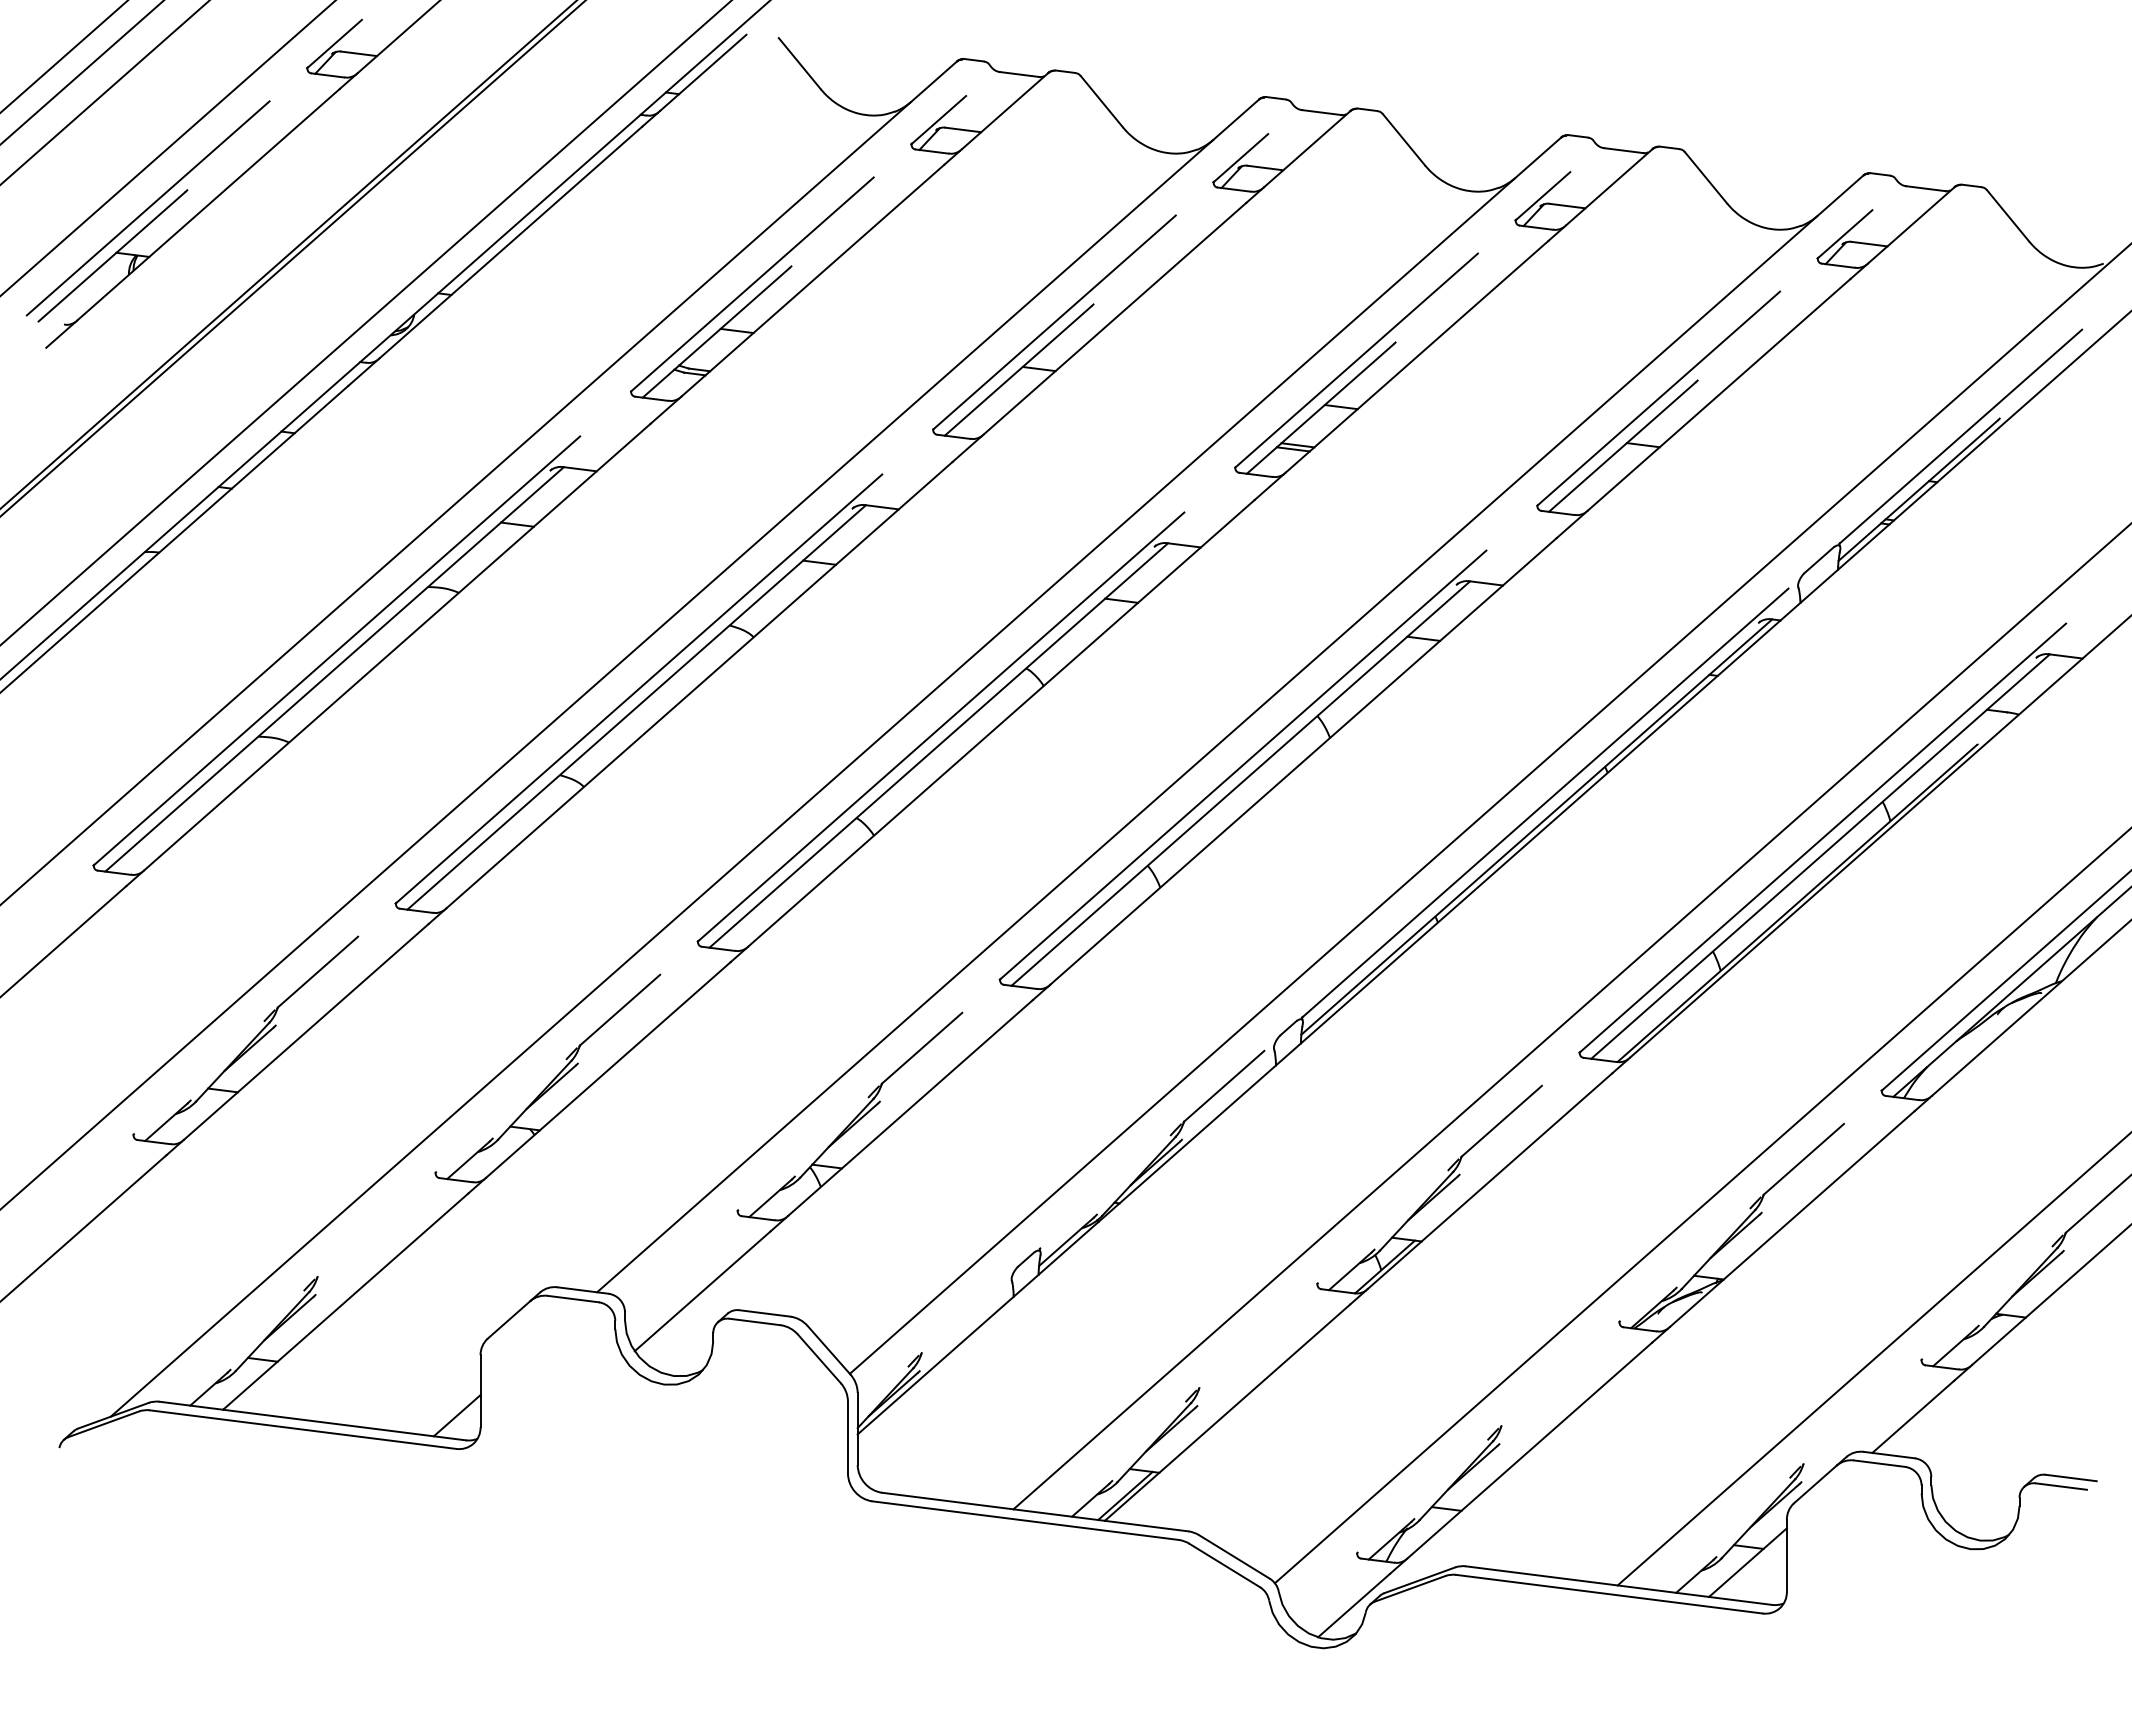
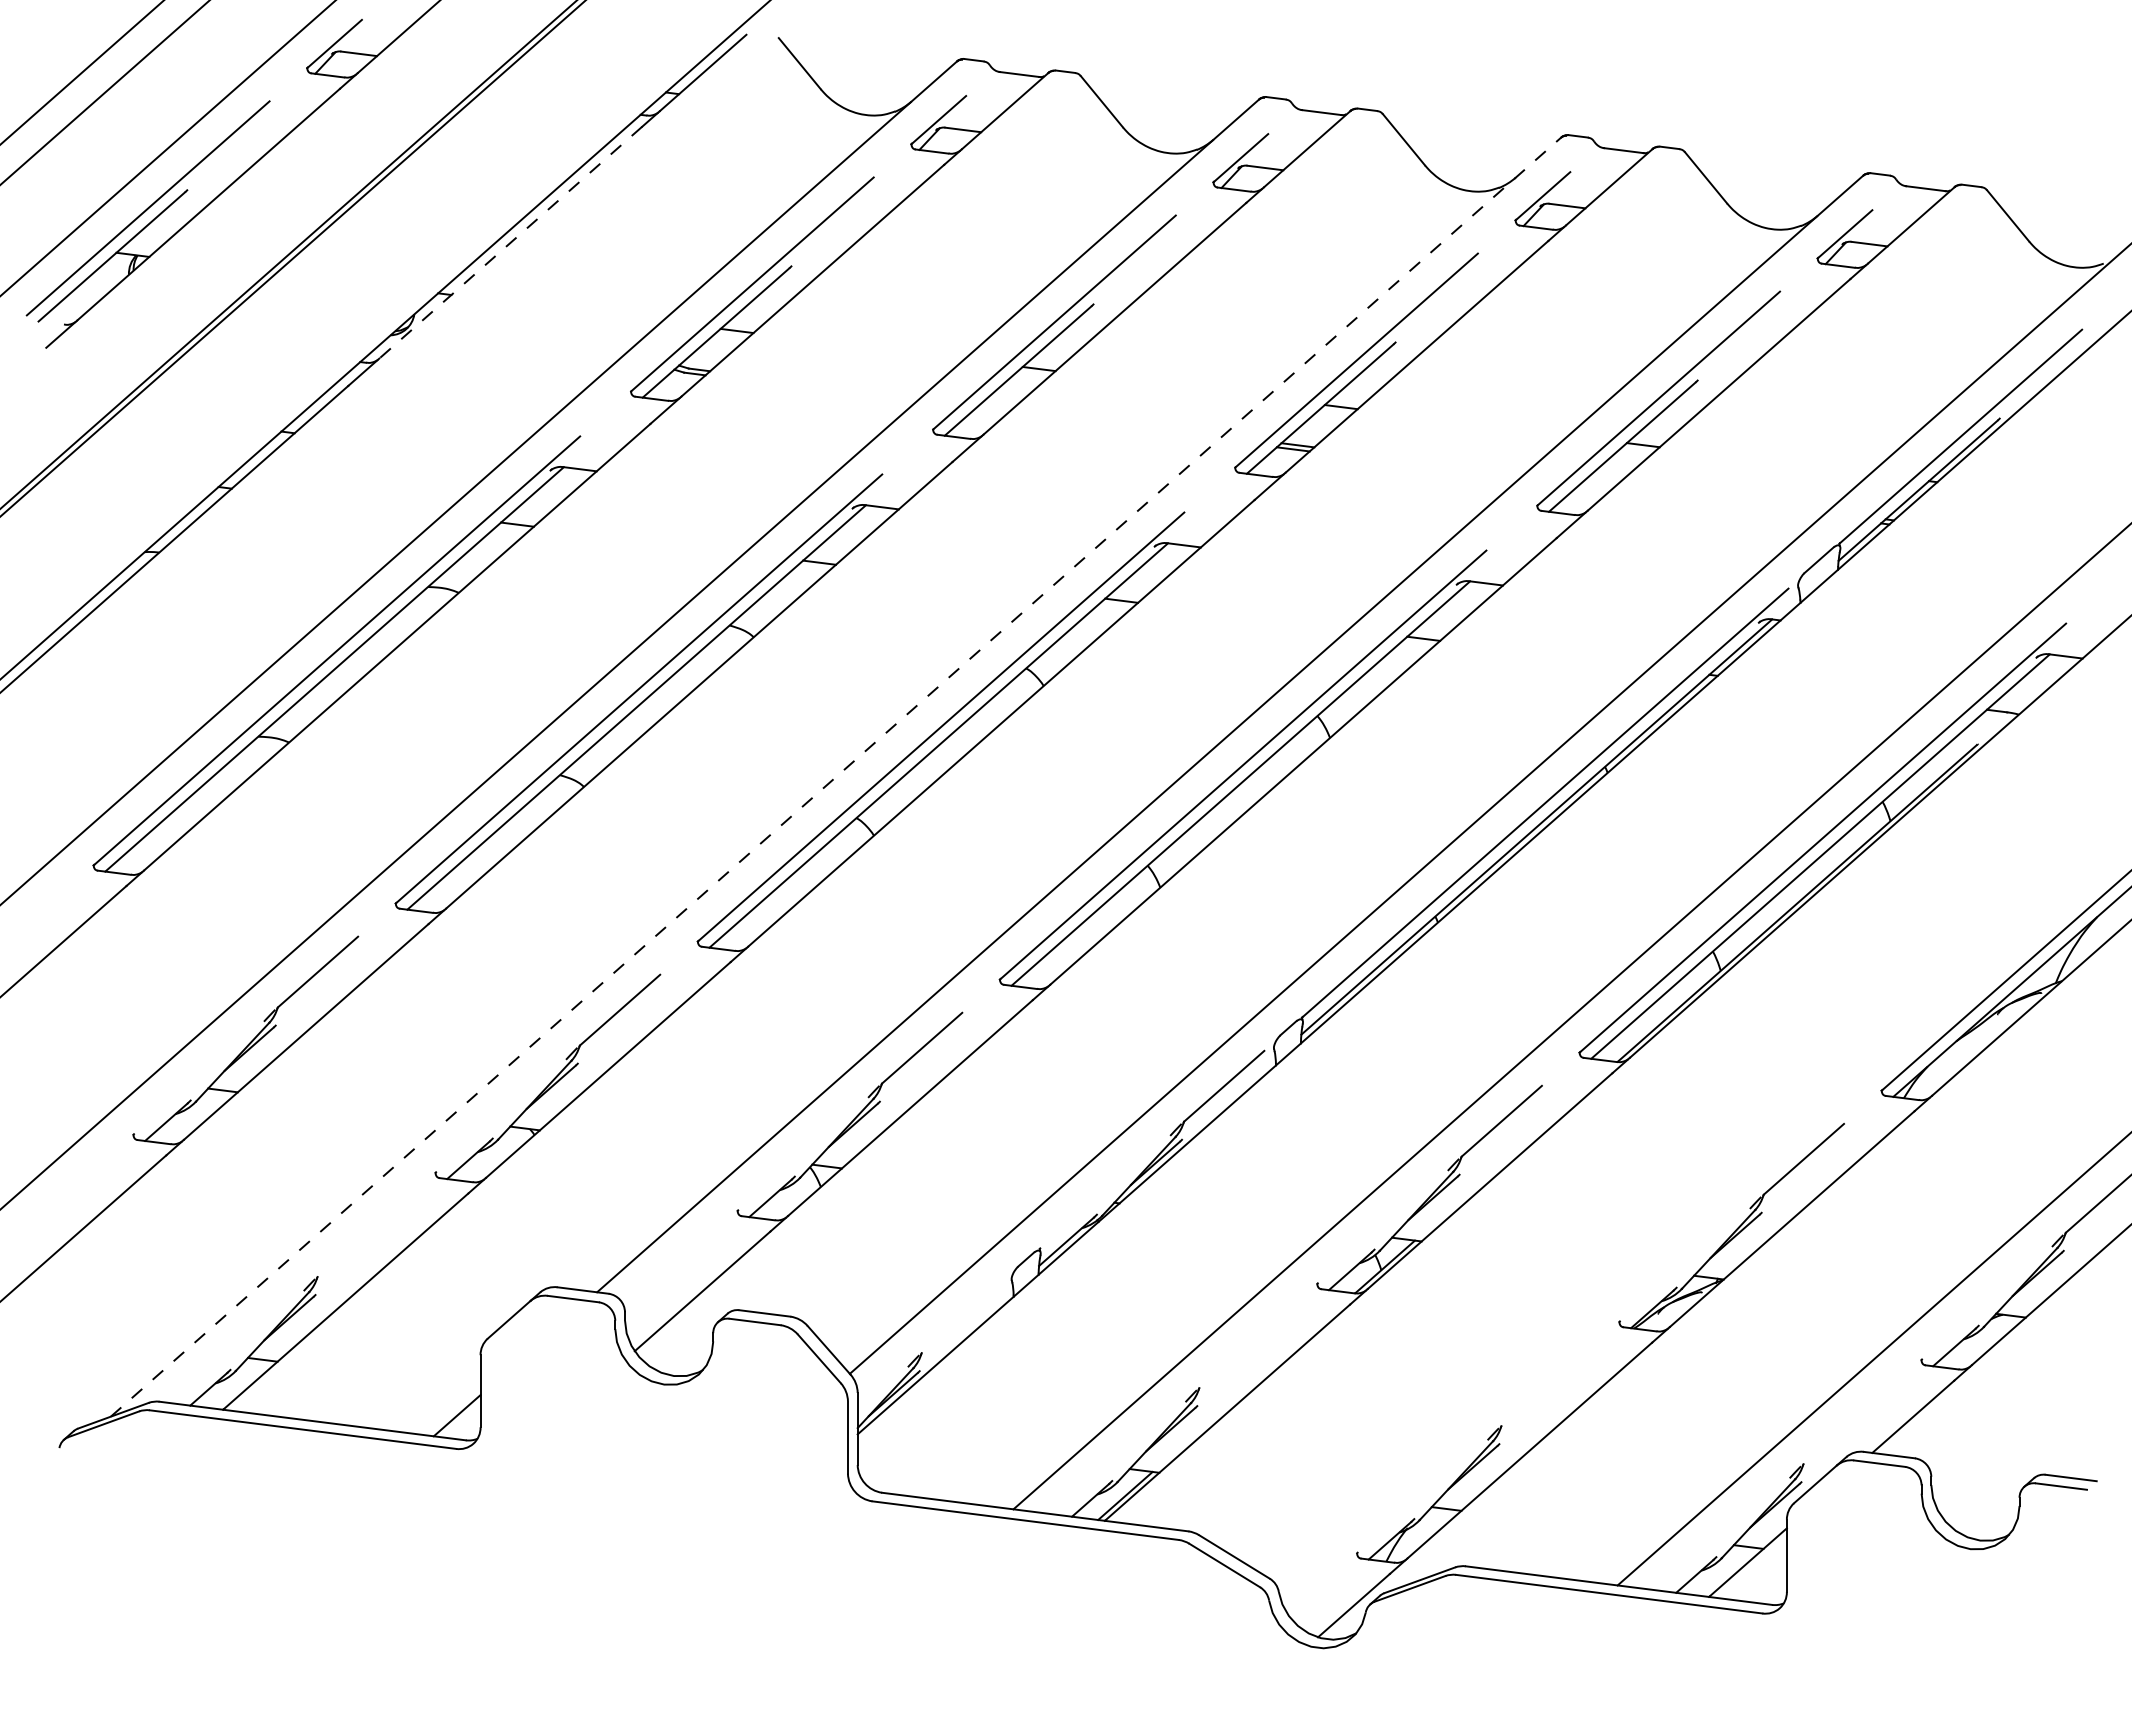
line at (64, 56): present -> none
line at (510, 242): solid -> dashed
line at (365, 323): present -> none
line at (836, 777): solid -> dashed
line at (1701, 1206): present -> none
